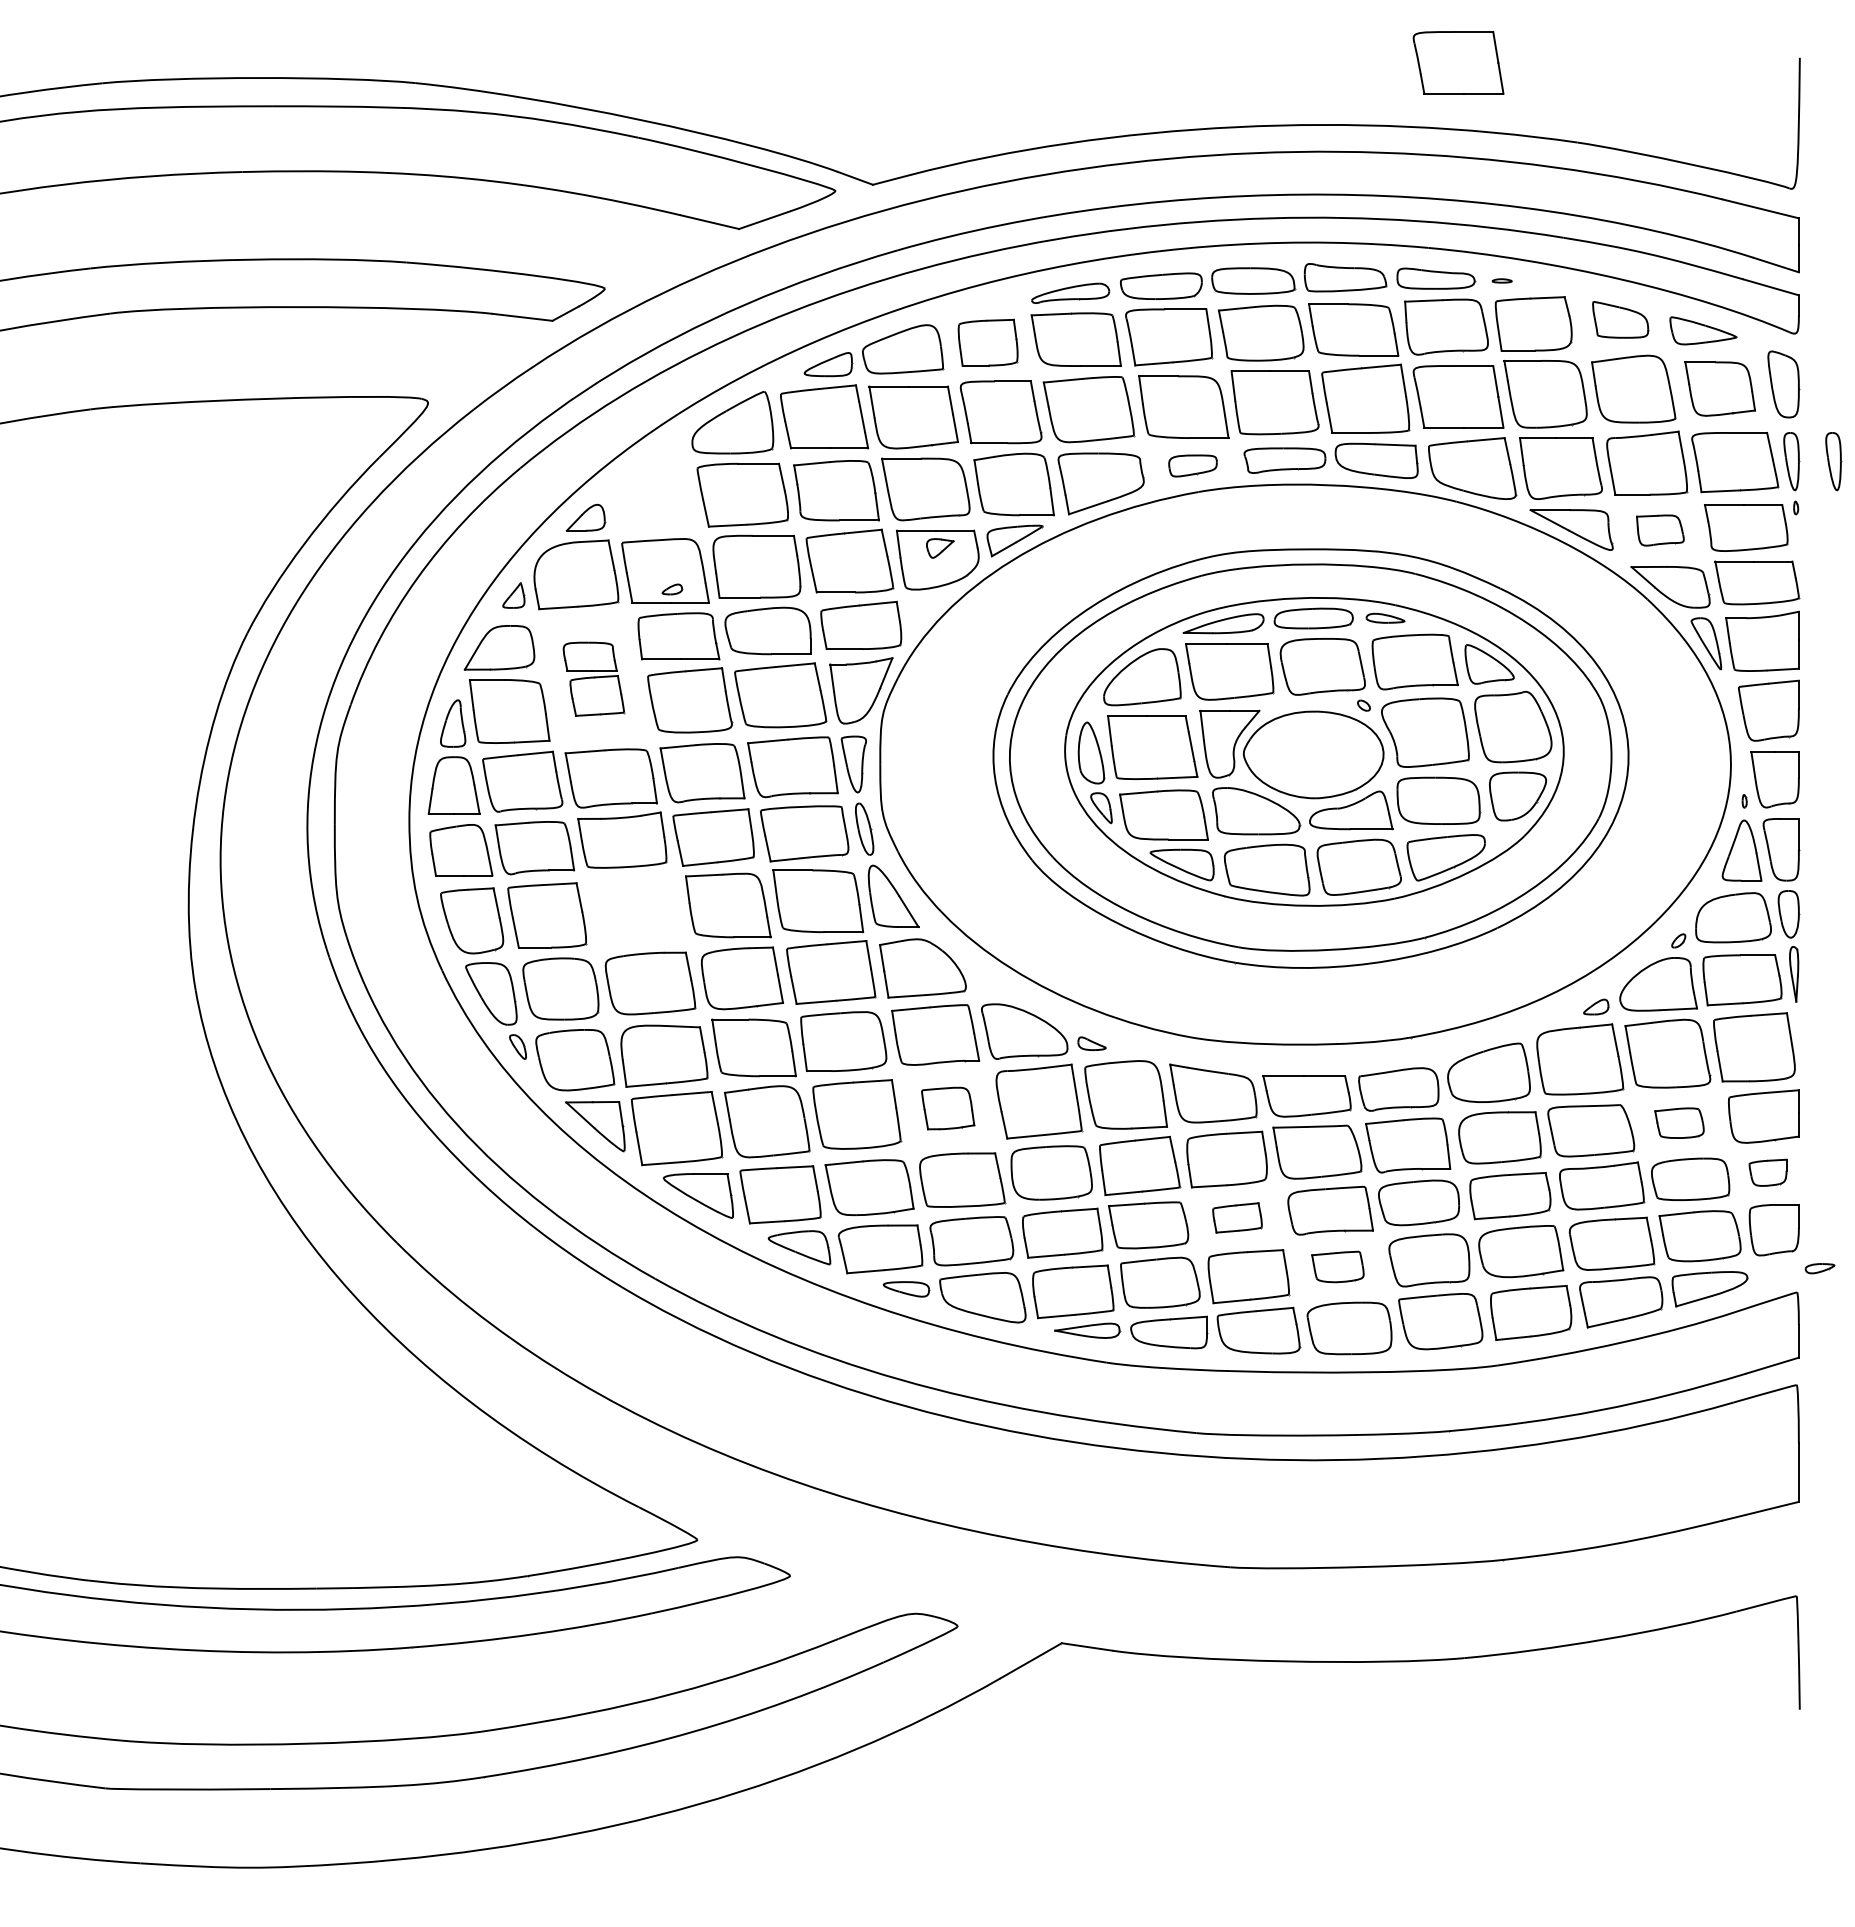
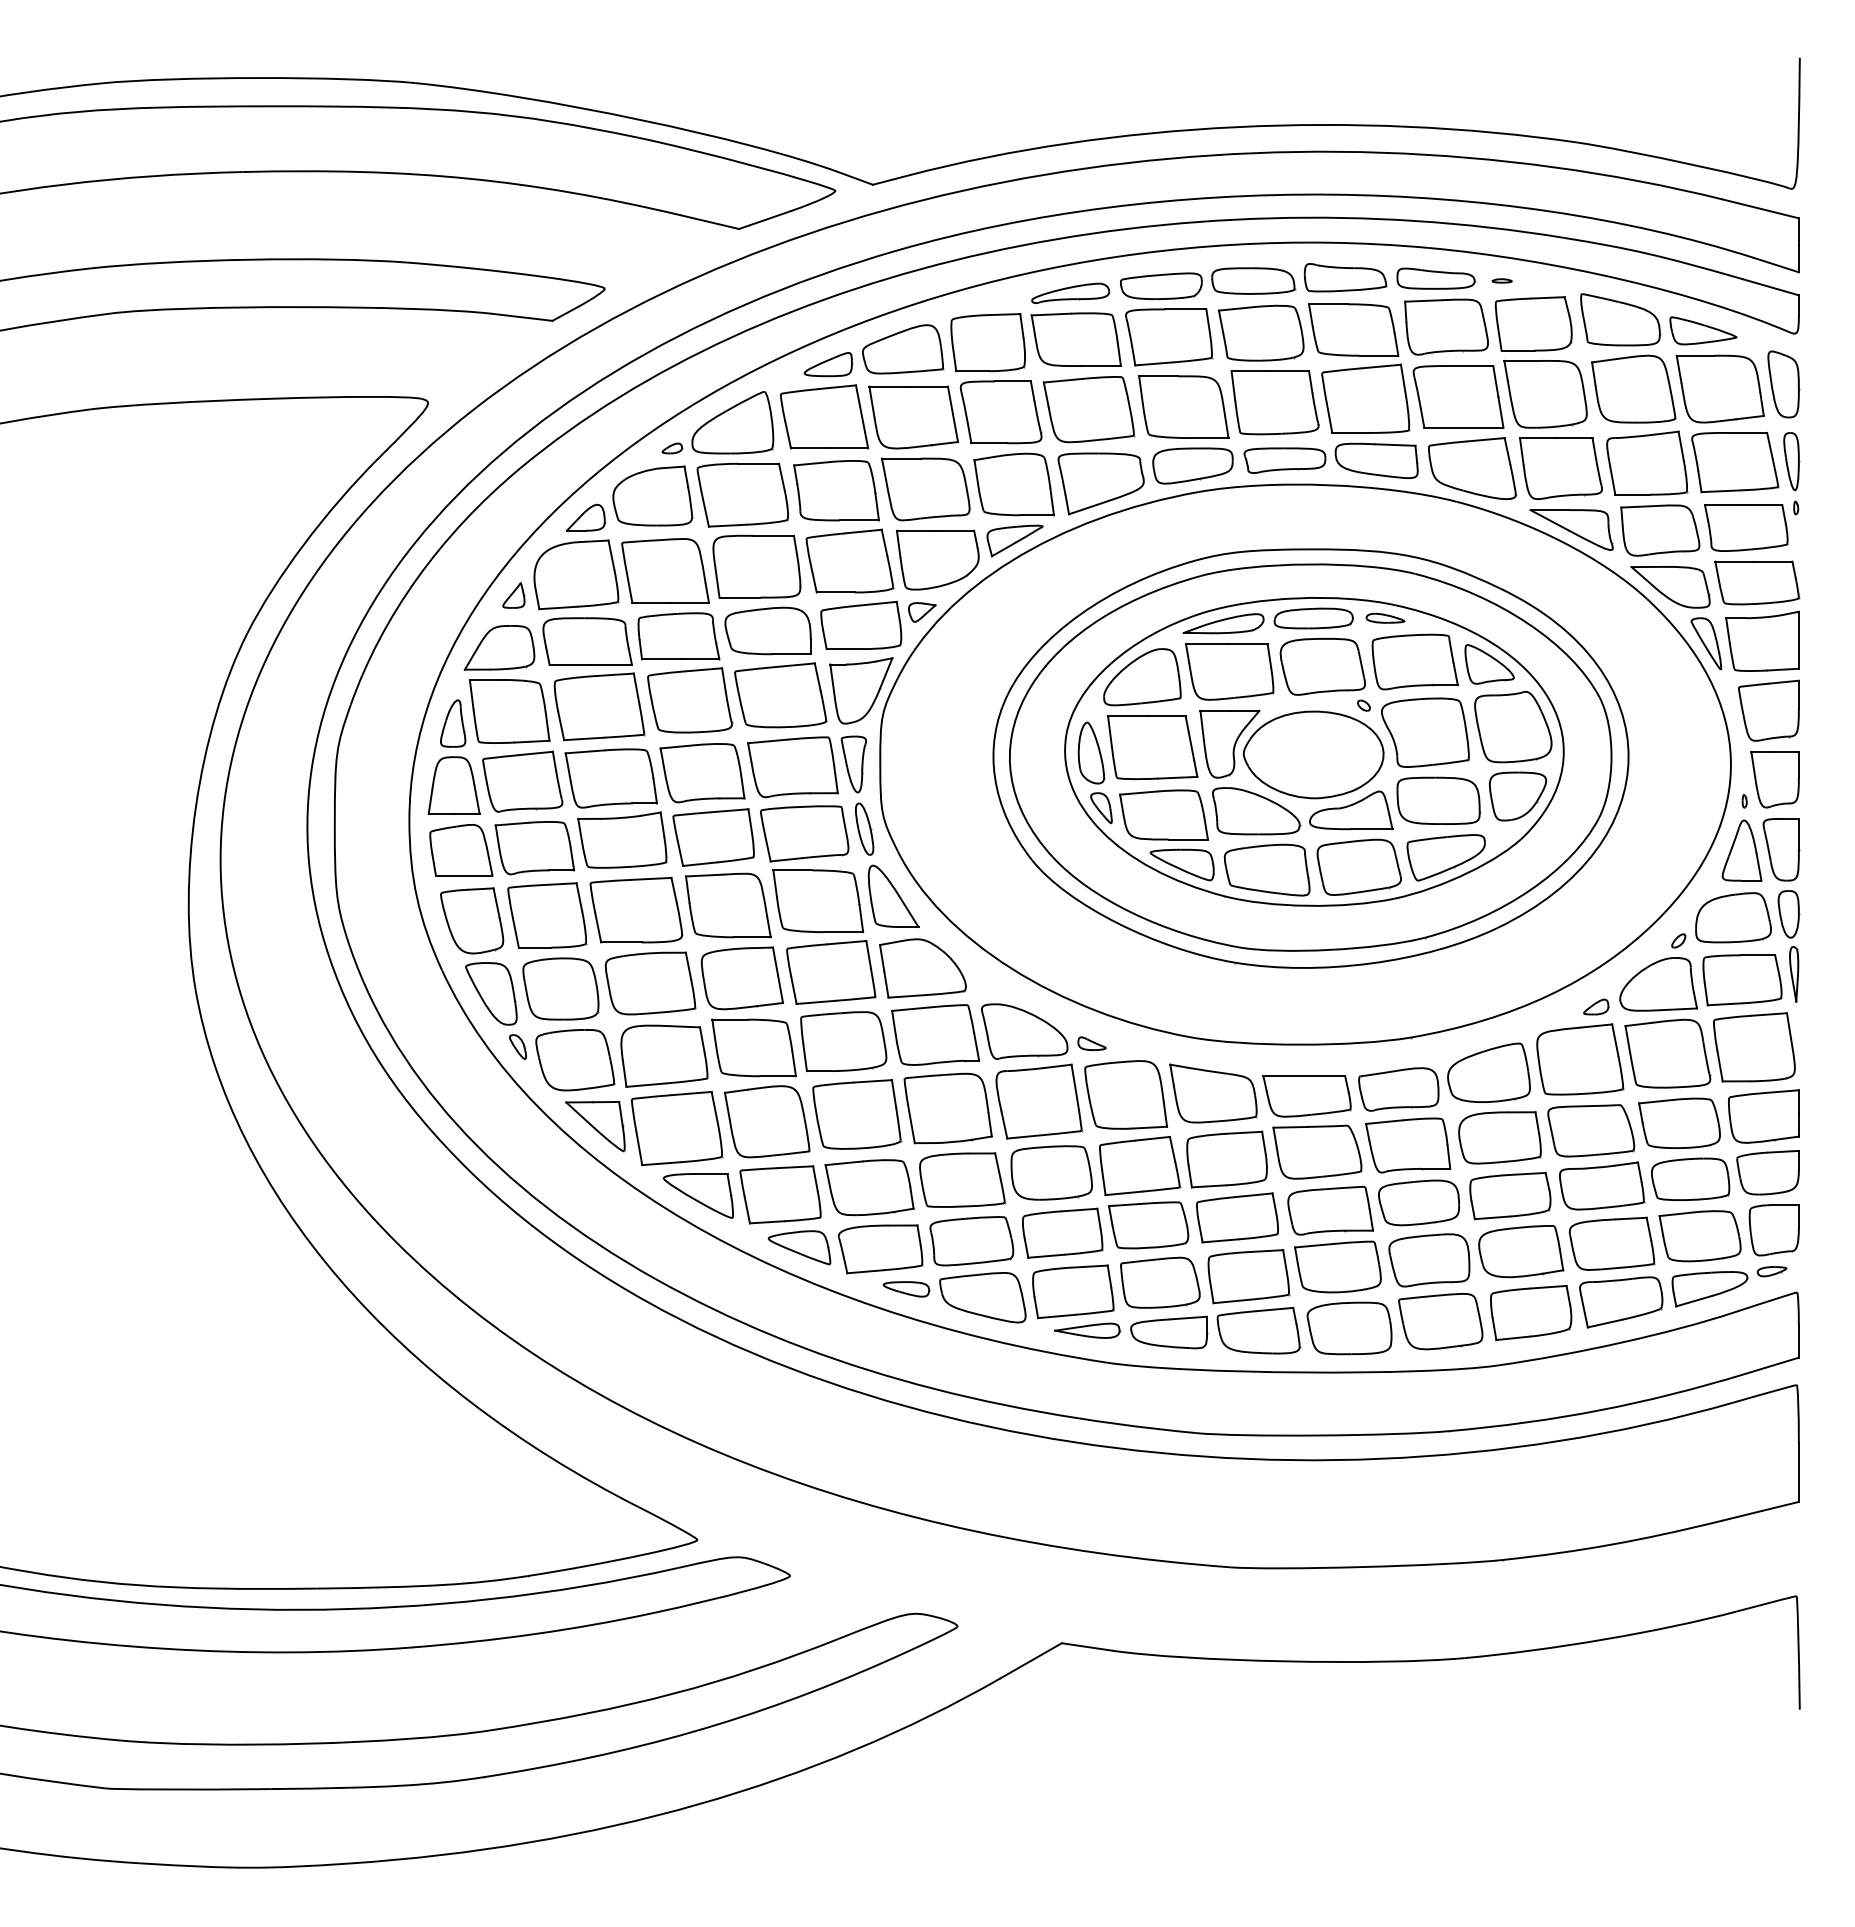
part at (1458, 62): present -> none
part at (1620, 319) size: 58x38 px -> 82x54 px
part at (987, 342) size: 62x49 px -> 76x60 px
part at (1719, 388) size: 72x56 px -> 90x70 px
part at (1833, 461): present -> none
part at (1192, 465) size: 50x24 px -> 82x38 px
part at (652, 495): none -> present
part at (1660, 530) size: 49x33 px -> 81x53 px
part at (940, 548) position: (940, 548) -> (922, 612)
part at (672, 589) position: (672, 589) -> (672, 448)
part at (593, 678) size: 64x76 px -> 104x125 px
part at (636, 910): none -> present
part at (948, 1108) size: 55x45 px -> 90x73 px
part at (1679, 1122) size: 51x32 px -> 83x52 px
part at (1767, 1172) size: 40x29 px -> 64x46 px
part at (1237, 1217) size: 51x32 px -> 83x52 px
part at (1337, 1266) size: 54x34 px -> 88x54 px
part at (1819, 1268) position: (1819, 1268) -> (1771, 1271)
